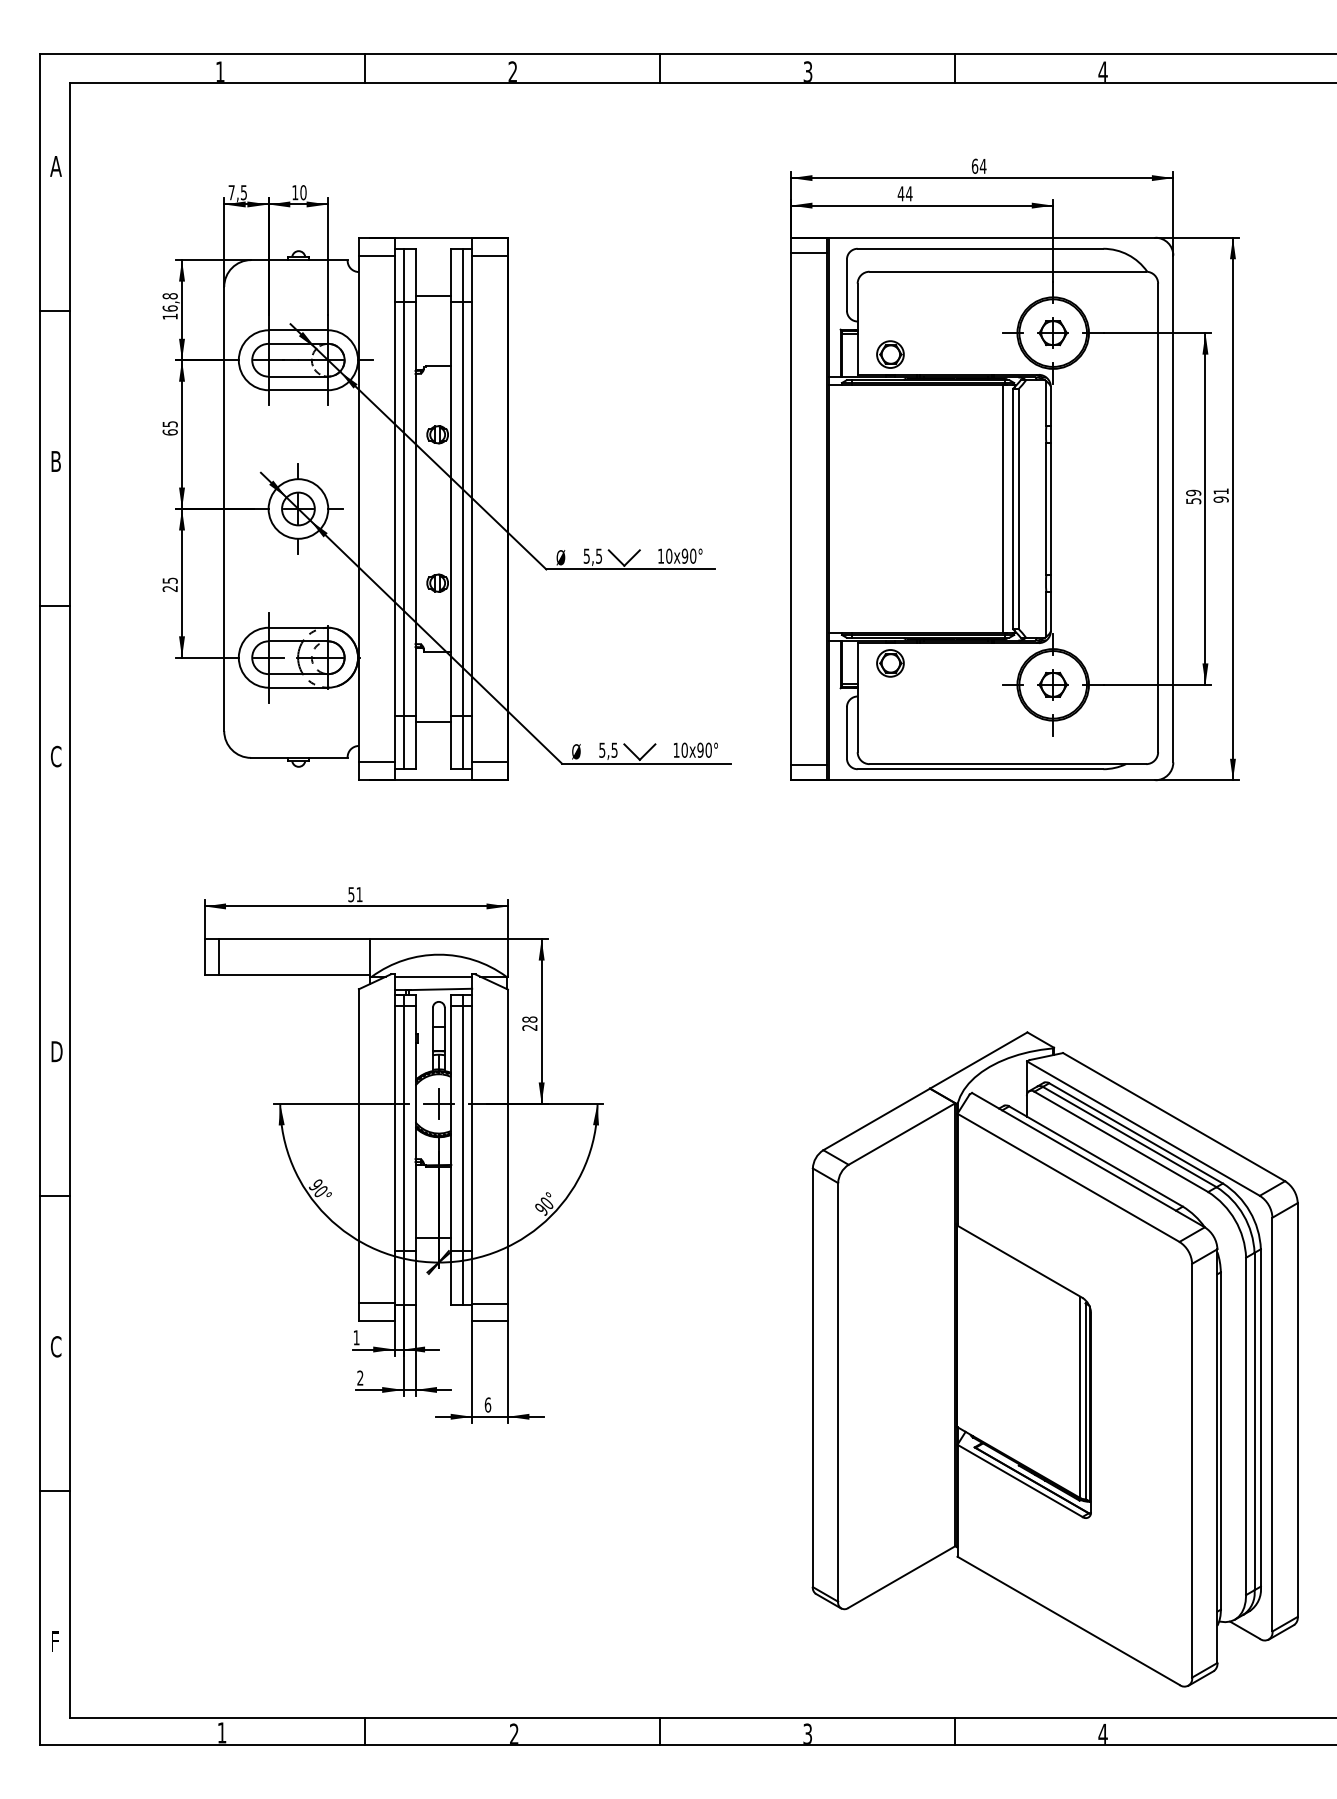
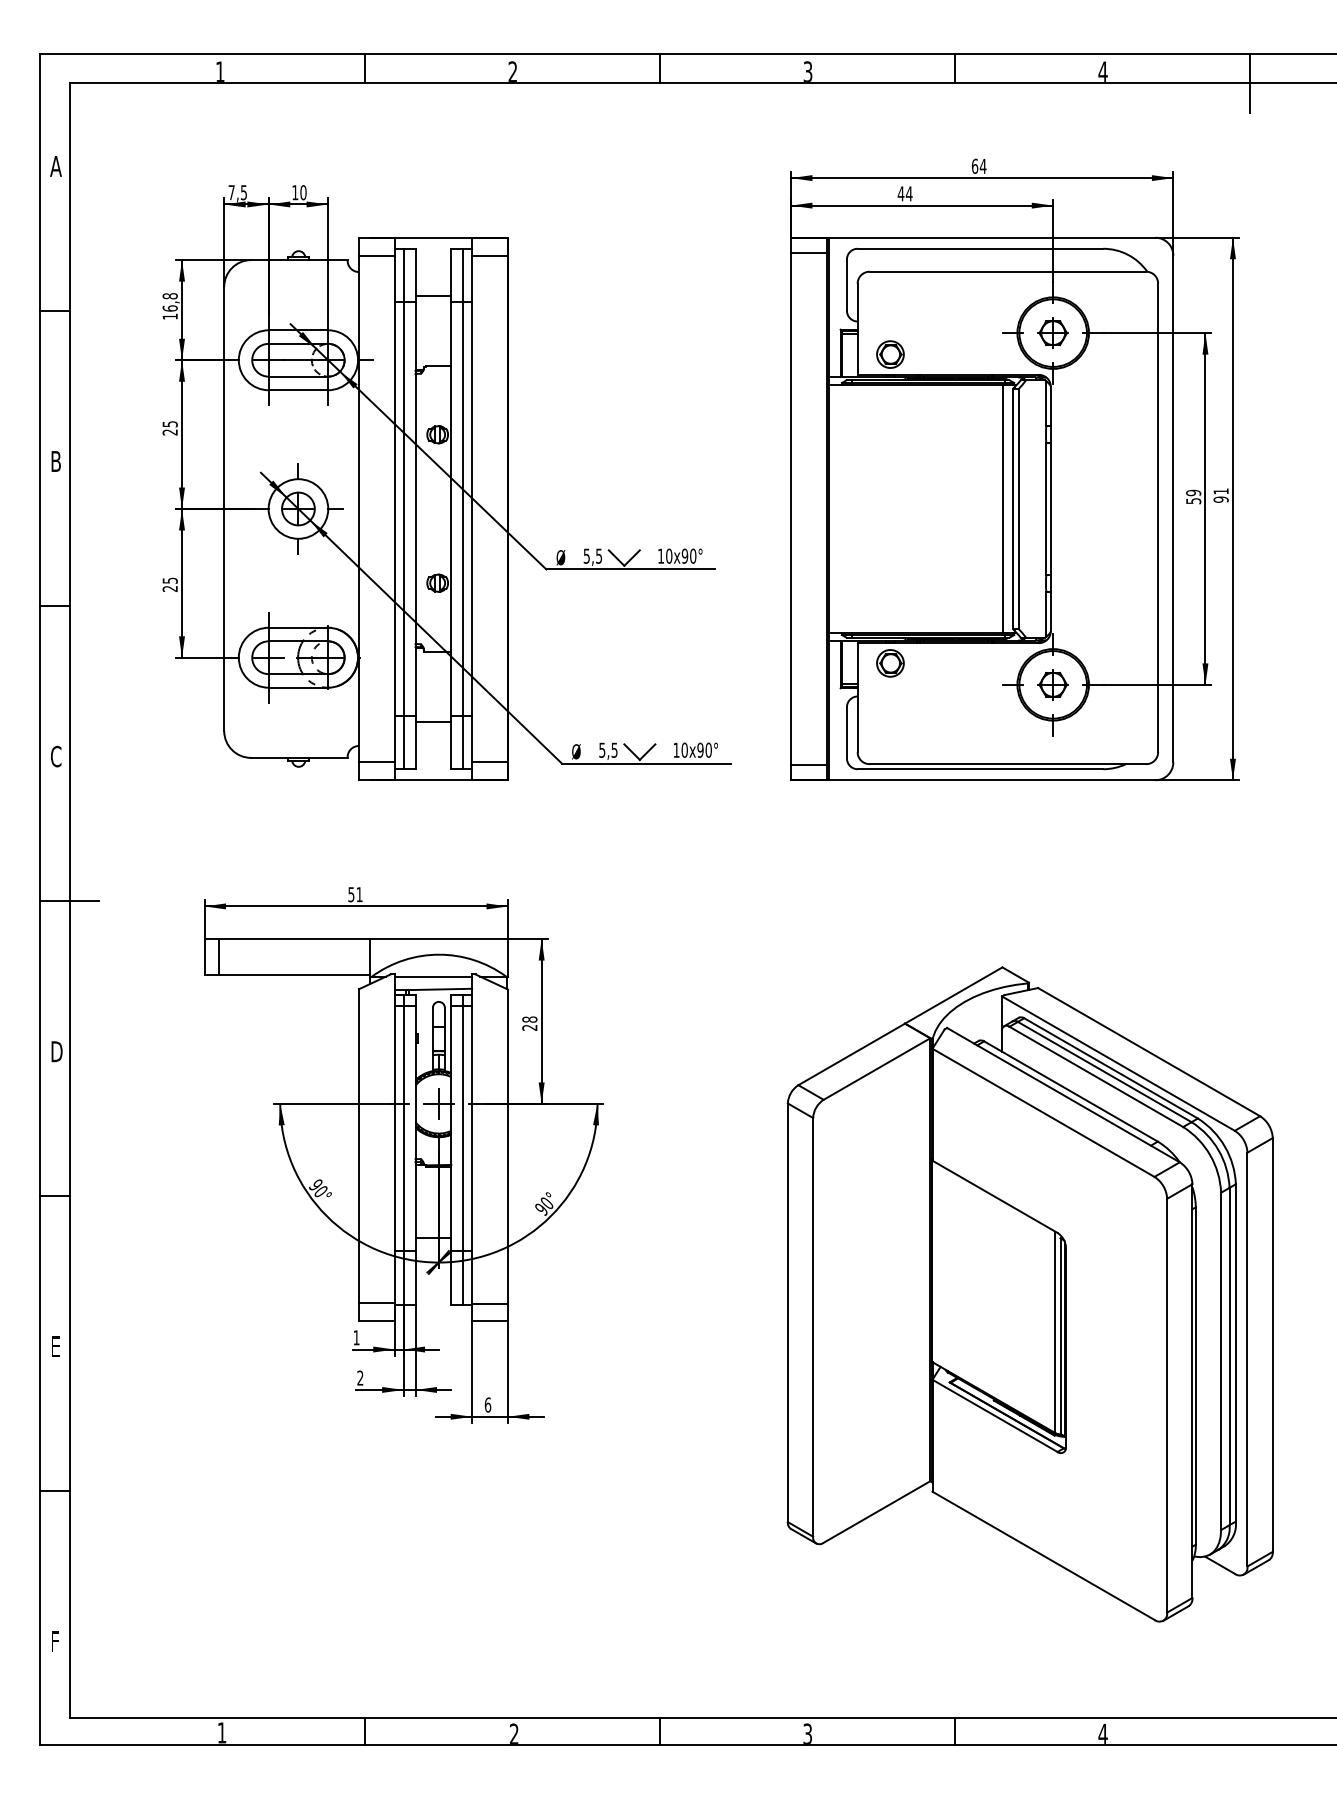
line at (1249, 82): none -> present
text at (169, 432): 65 -> 25
line at (69, 900): none -> present
text at (55, 1346): C -> E
part at (1054, 1359) position: (1054, 1359) -> (1029, 1294)
